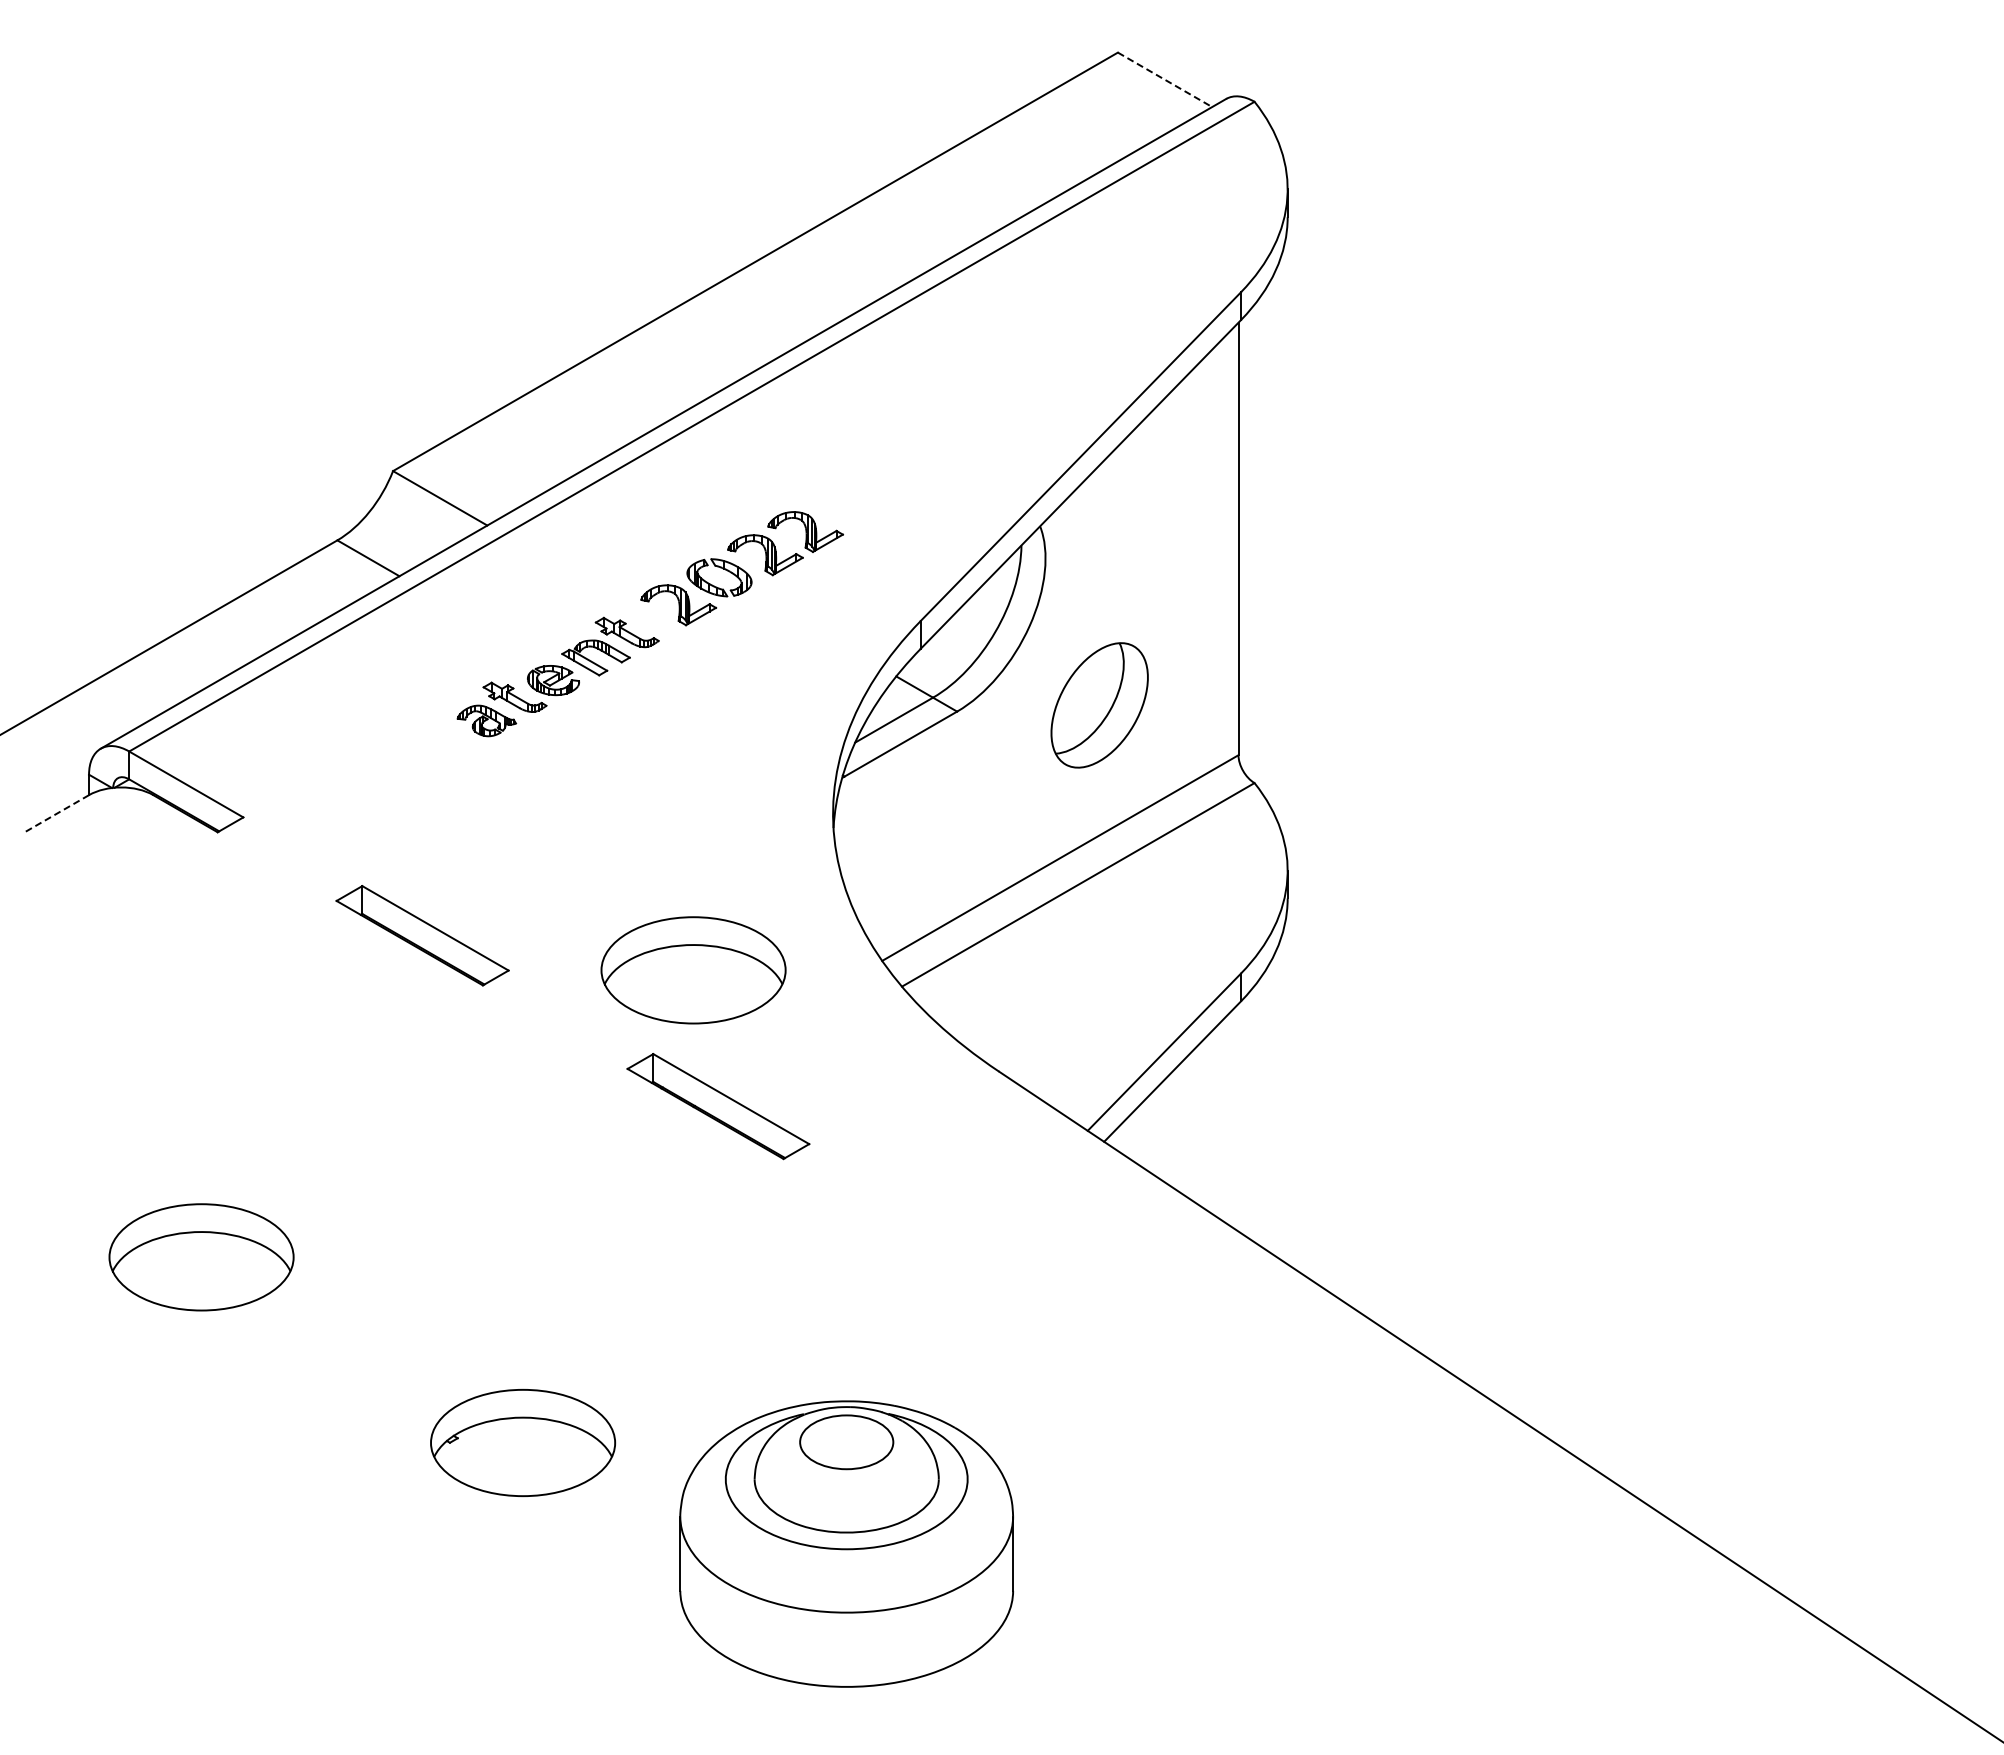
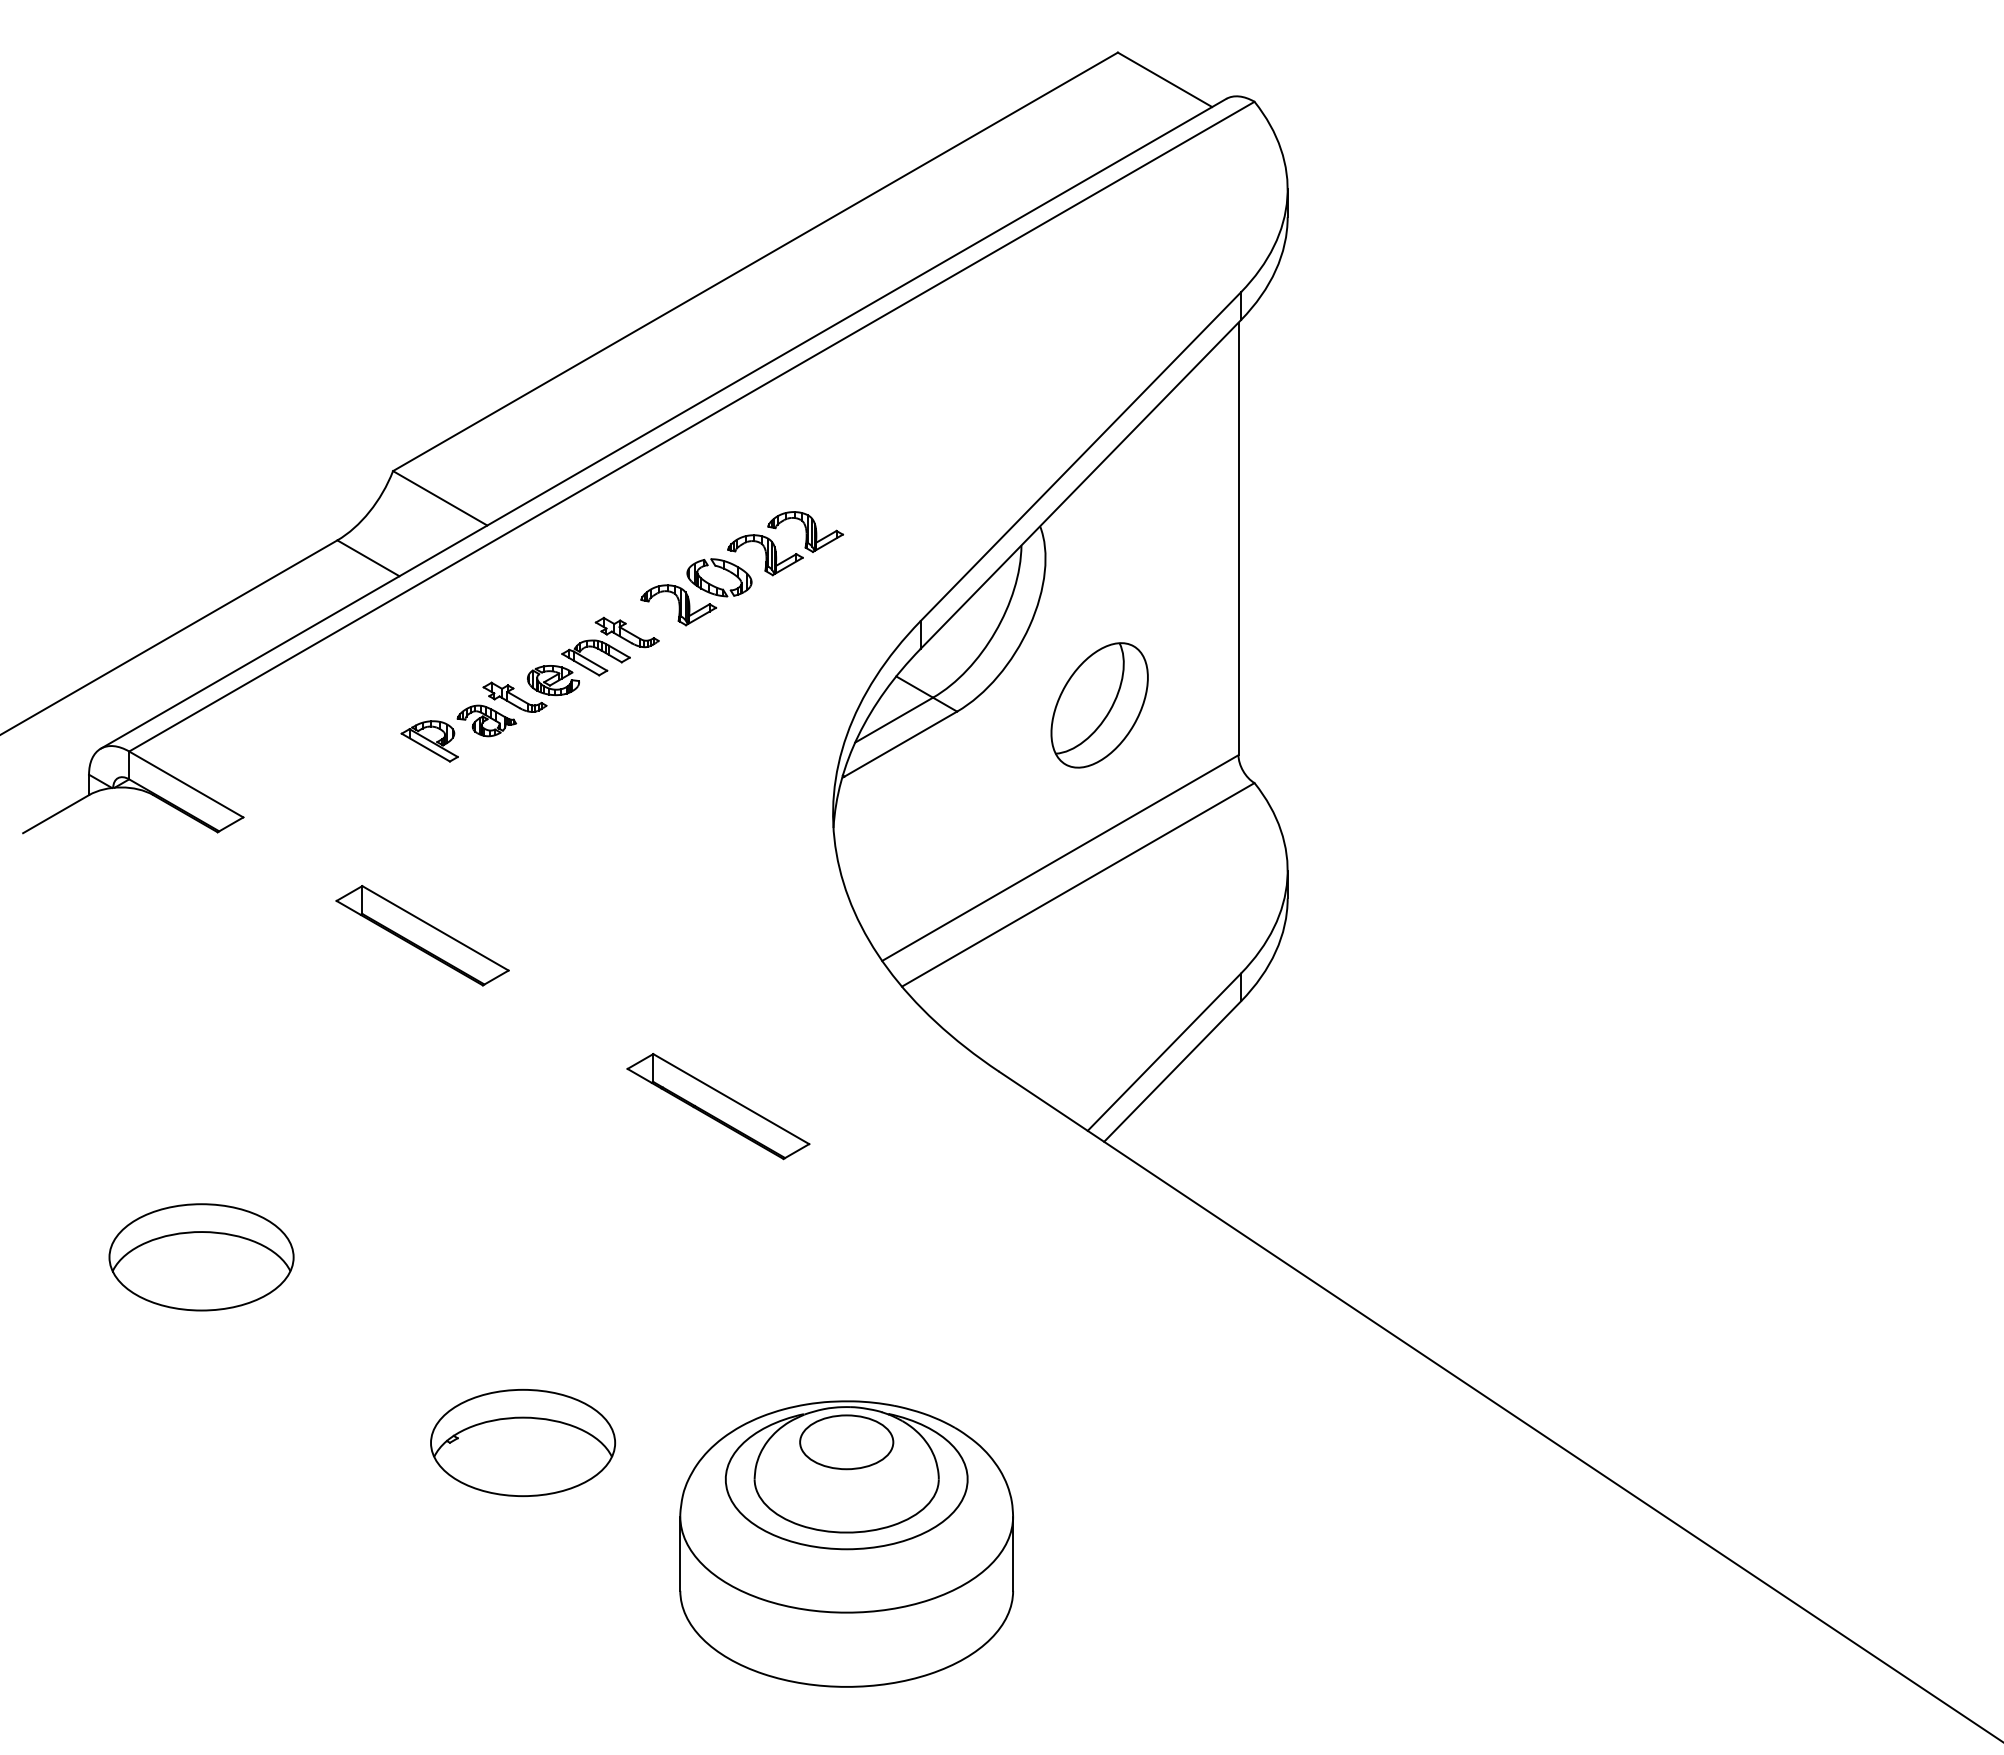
line at (1165, 80): dashed -> solid
part at (429, 741): none -> present
line at (55, 814): dashed -> solid
part at (693, 970): present -> none
